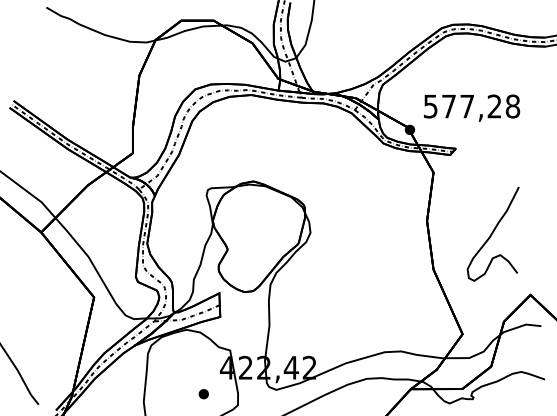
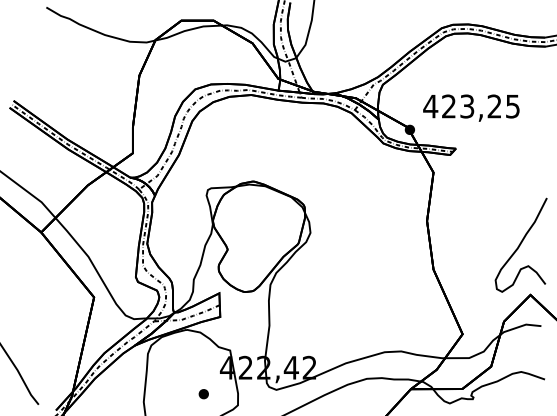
text at (471, 106): 577,28 -> 423,25
curve at (492, 233) position: (492, 233) -> (520, 244)
